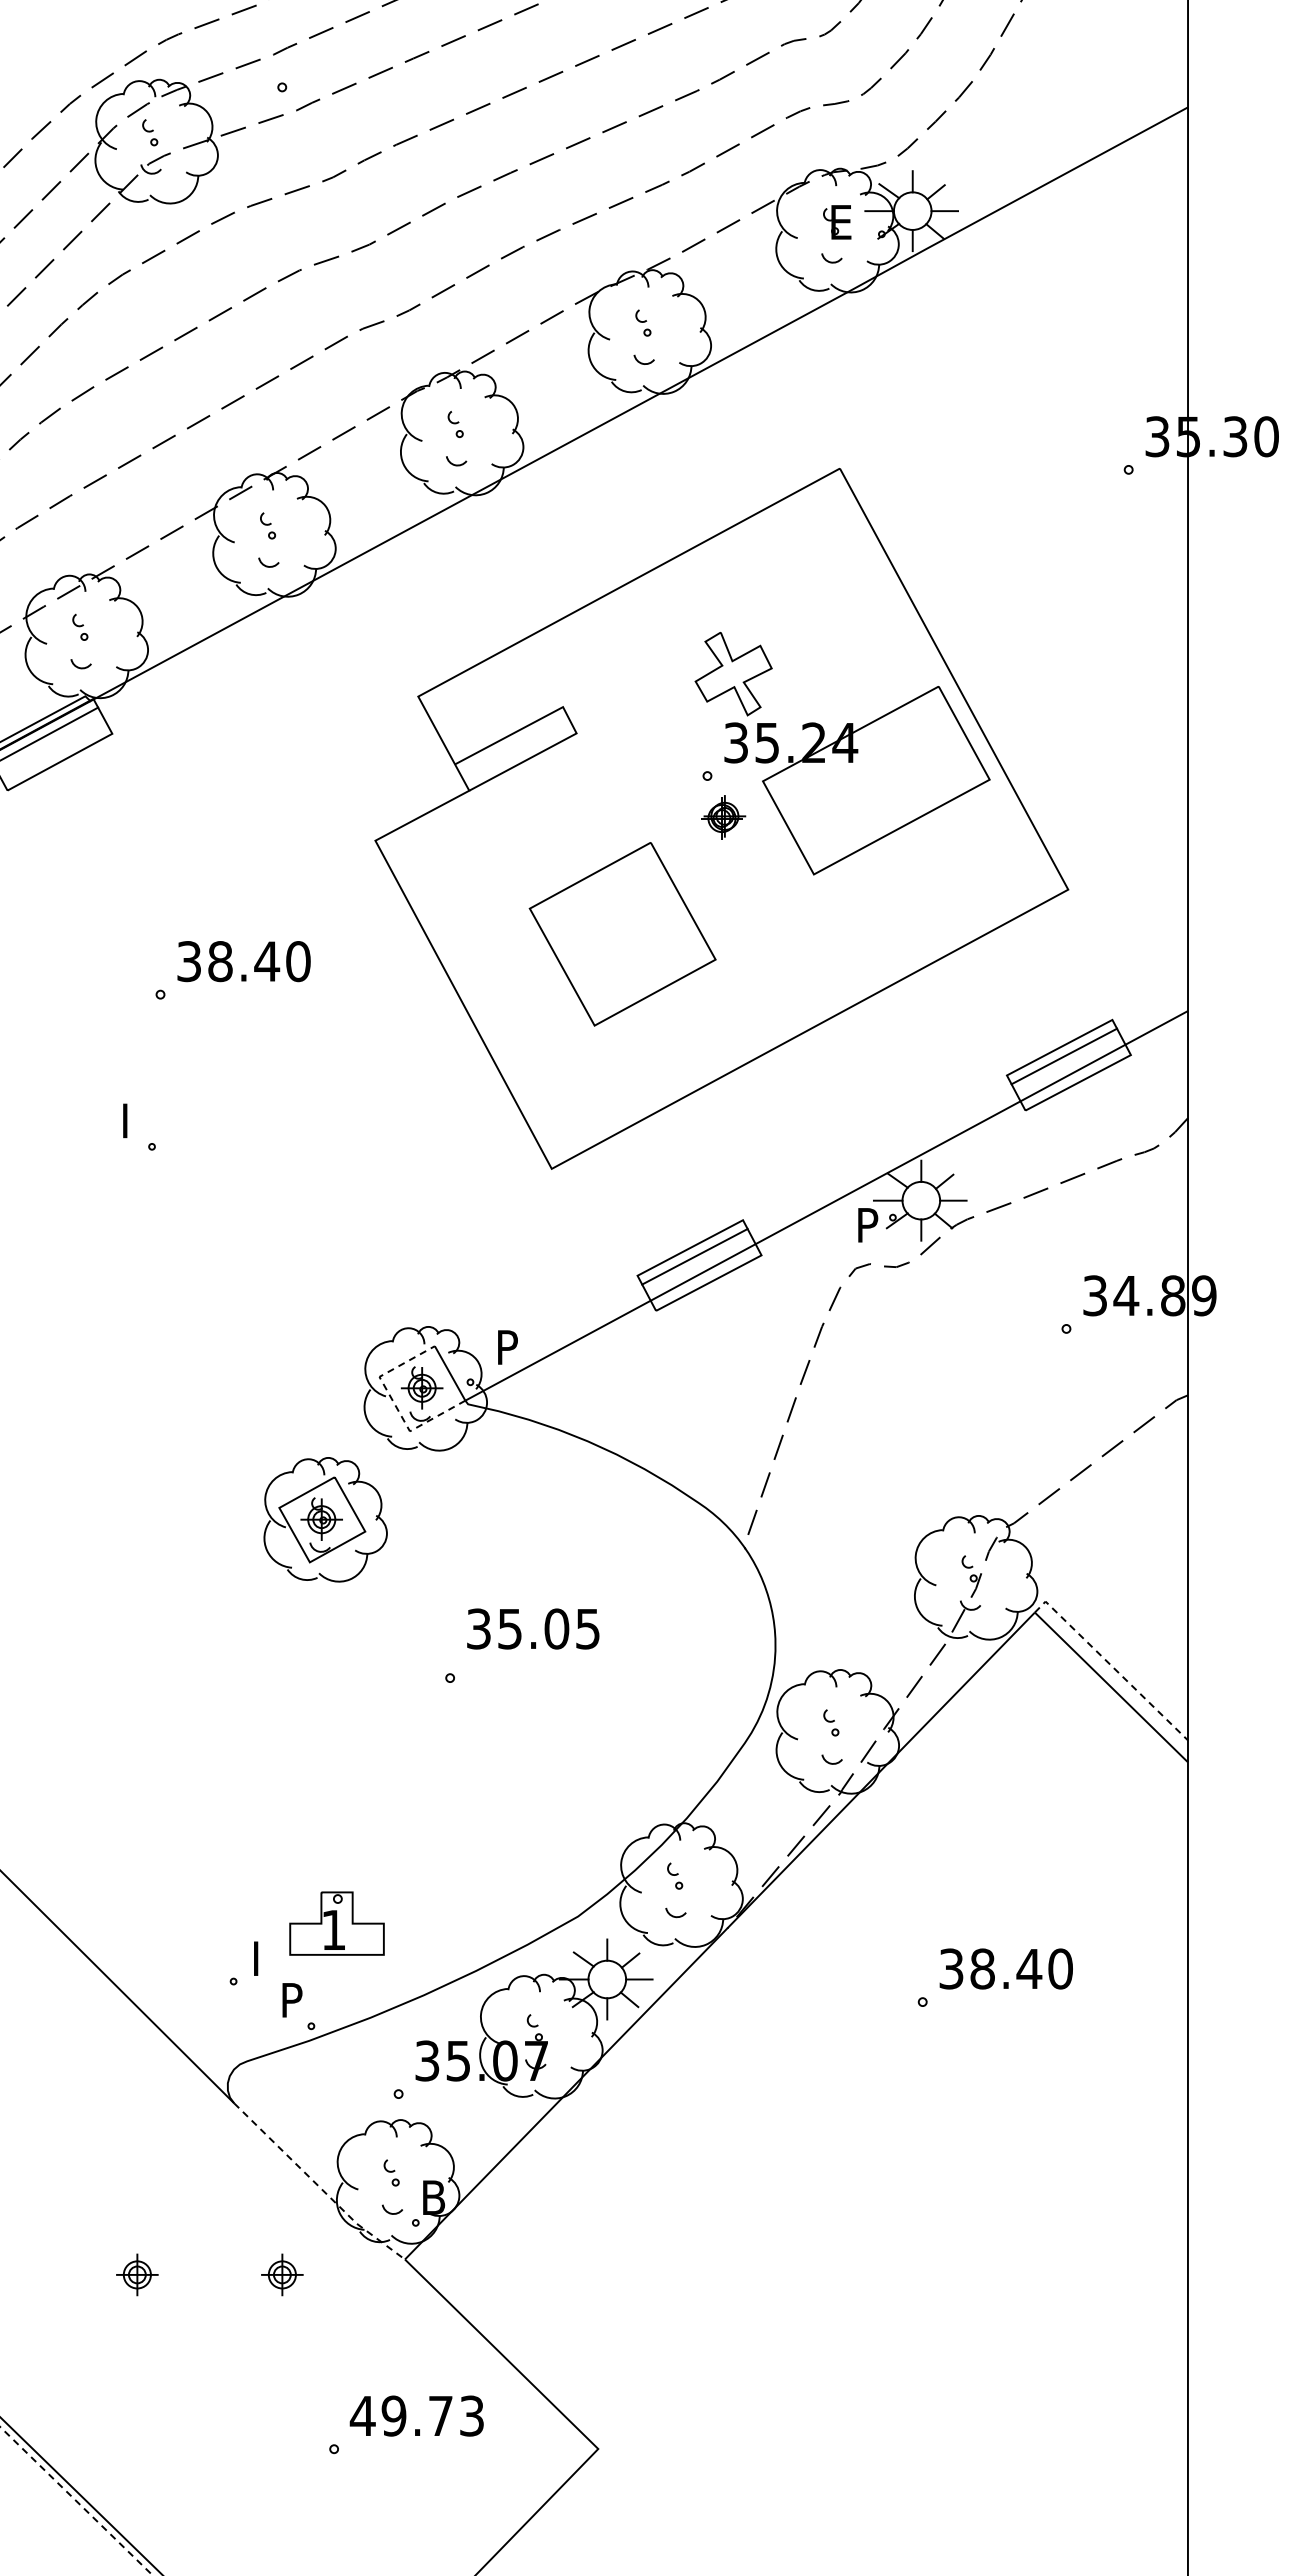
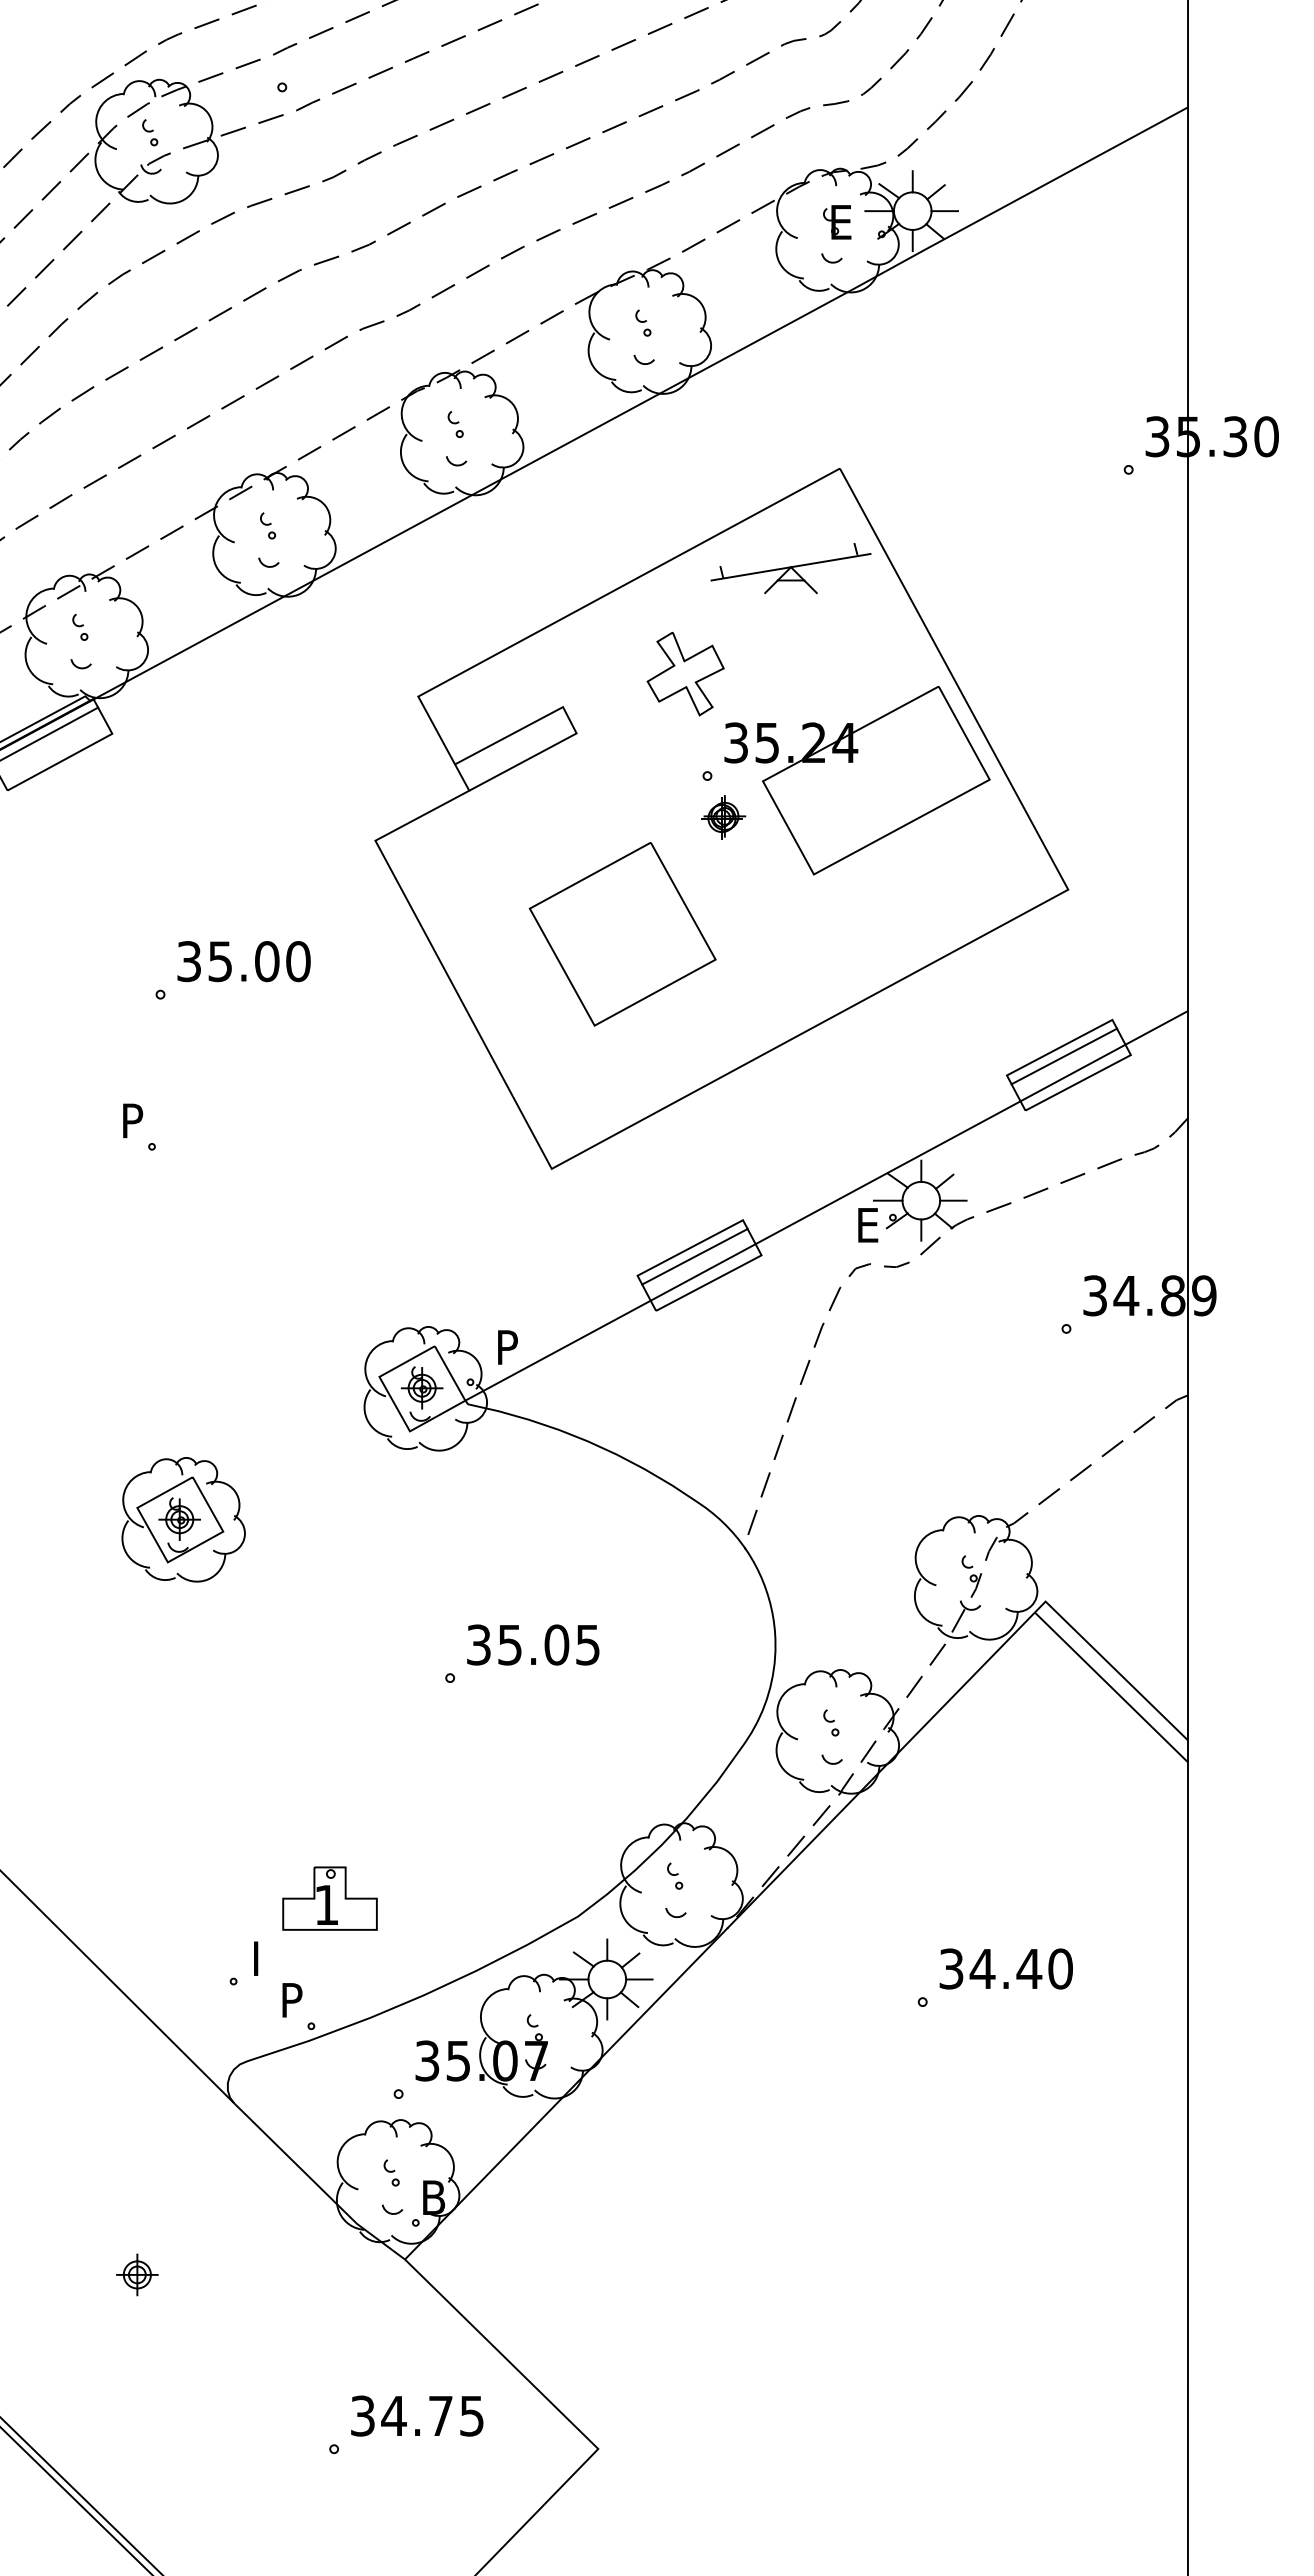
part at (790, 568): none -> present
part at (733, 674) position: (733, 674) -> (685, 674)
text at (244, 961): 38.40 -> 35.00
text at (135, 1113): I -> P
text at (870, 1225): P -> E
line at (394, 1403): dashed -> solid
part at (325, 1519) position: (325, 1519) -> (183, 1519)
text at (533, 1628) position: (533, 1628) -> (533, 1644)
line at (1110, 1665): dashed -> solid
part at (336, 1923) position: (336, 1923) -> (329, 1898)
text at (982, 1968): 38.40 -> 34.40
line at (317, 2184): dashed -> solid
part at (282, 2274): present -> none
text at (416, 2415): 49.73 -> 34.75
line at (76, 2501): dashed -> solid
